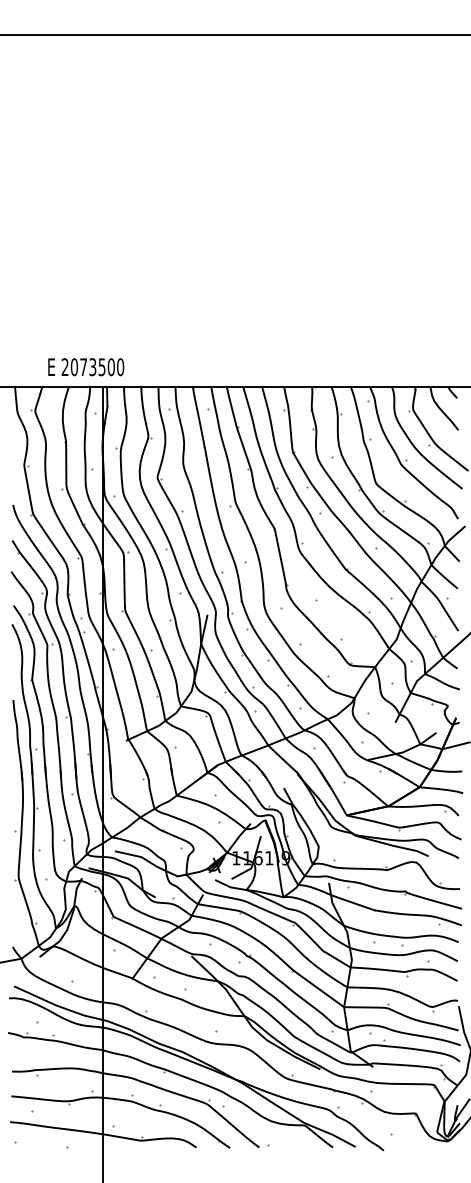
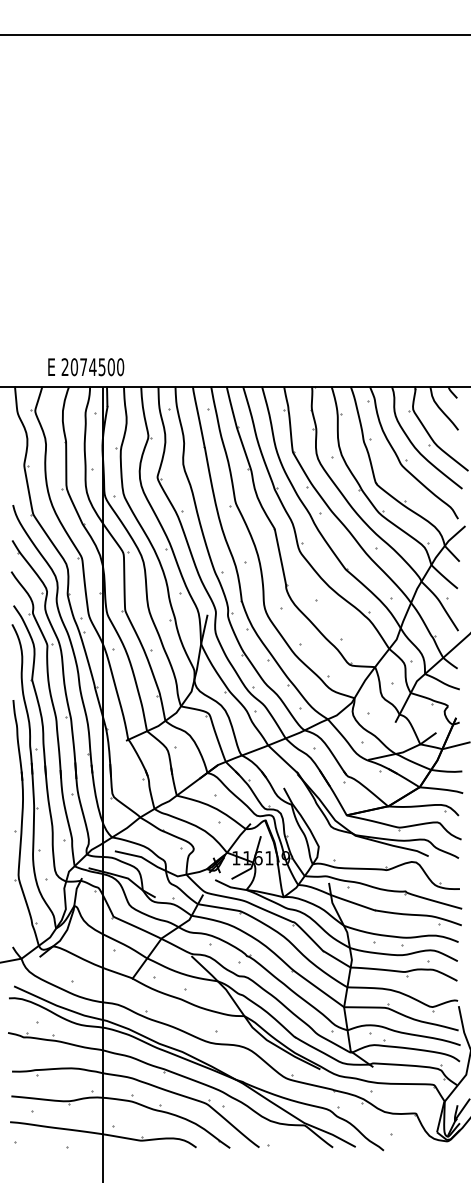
text at (92, 367): 2073500 -> 2074500
